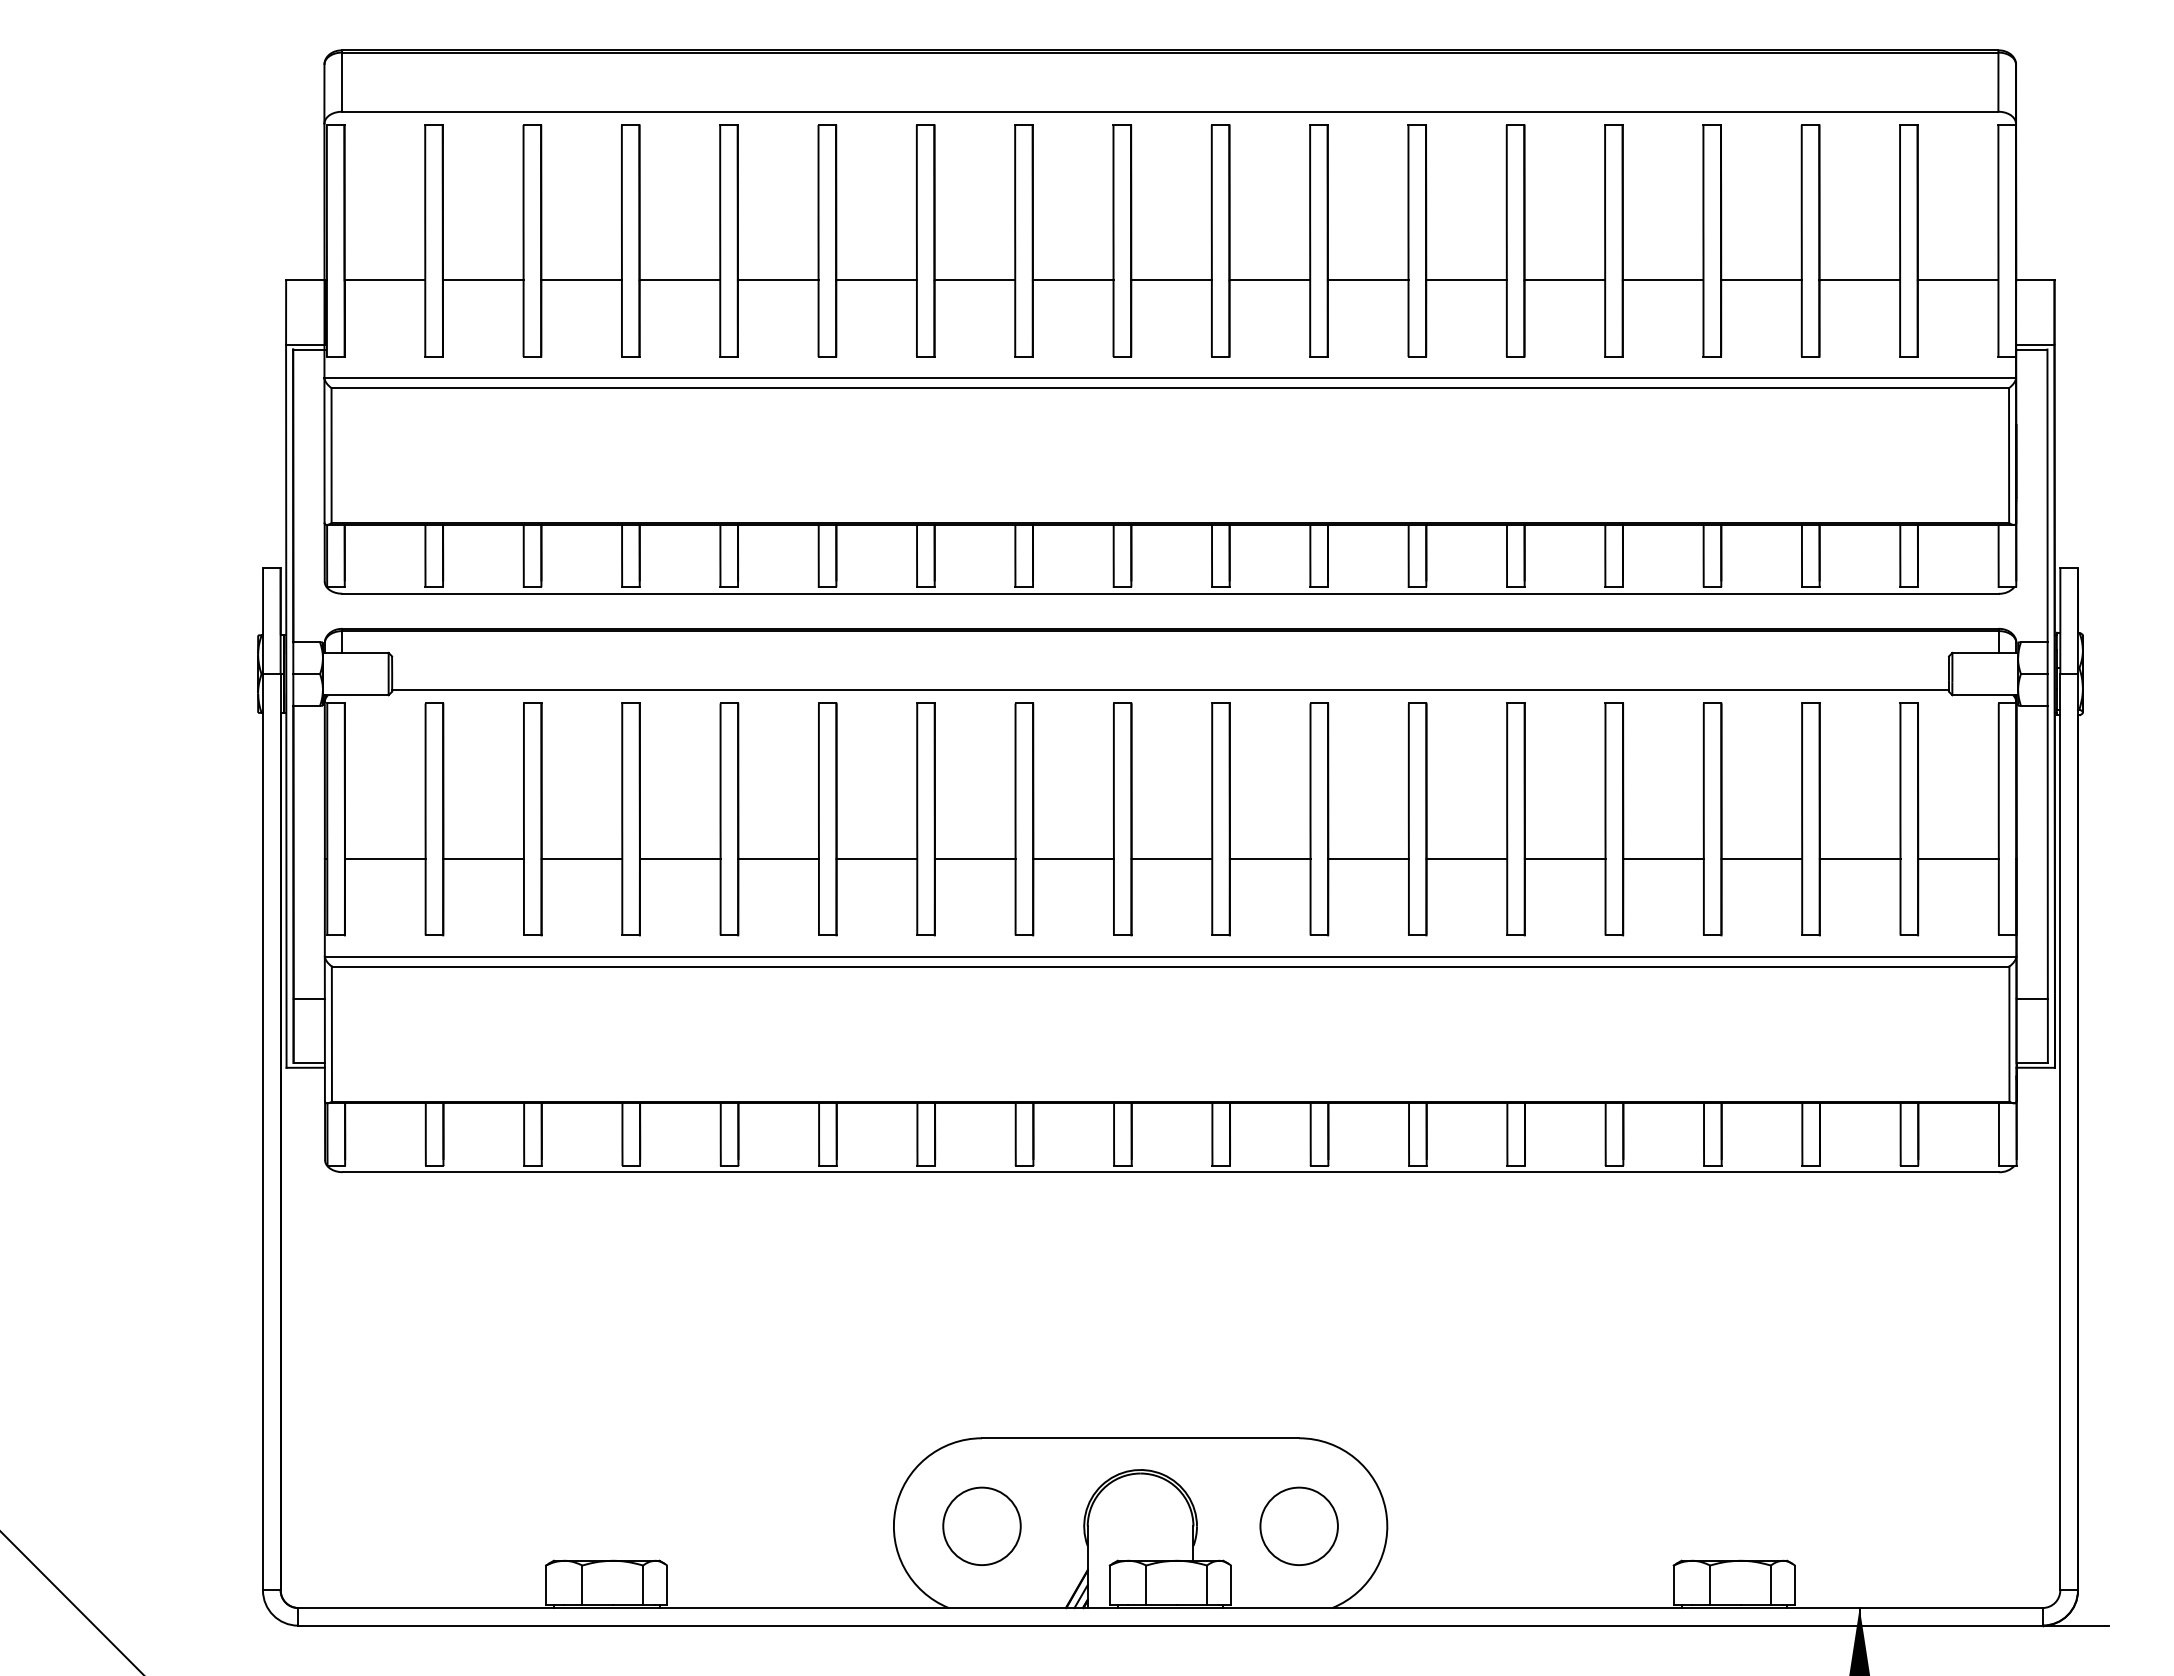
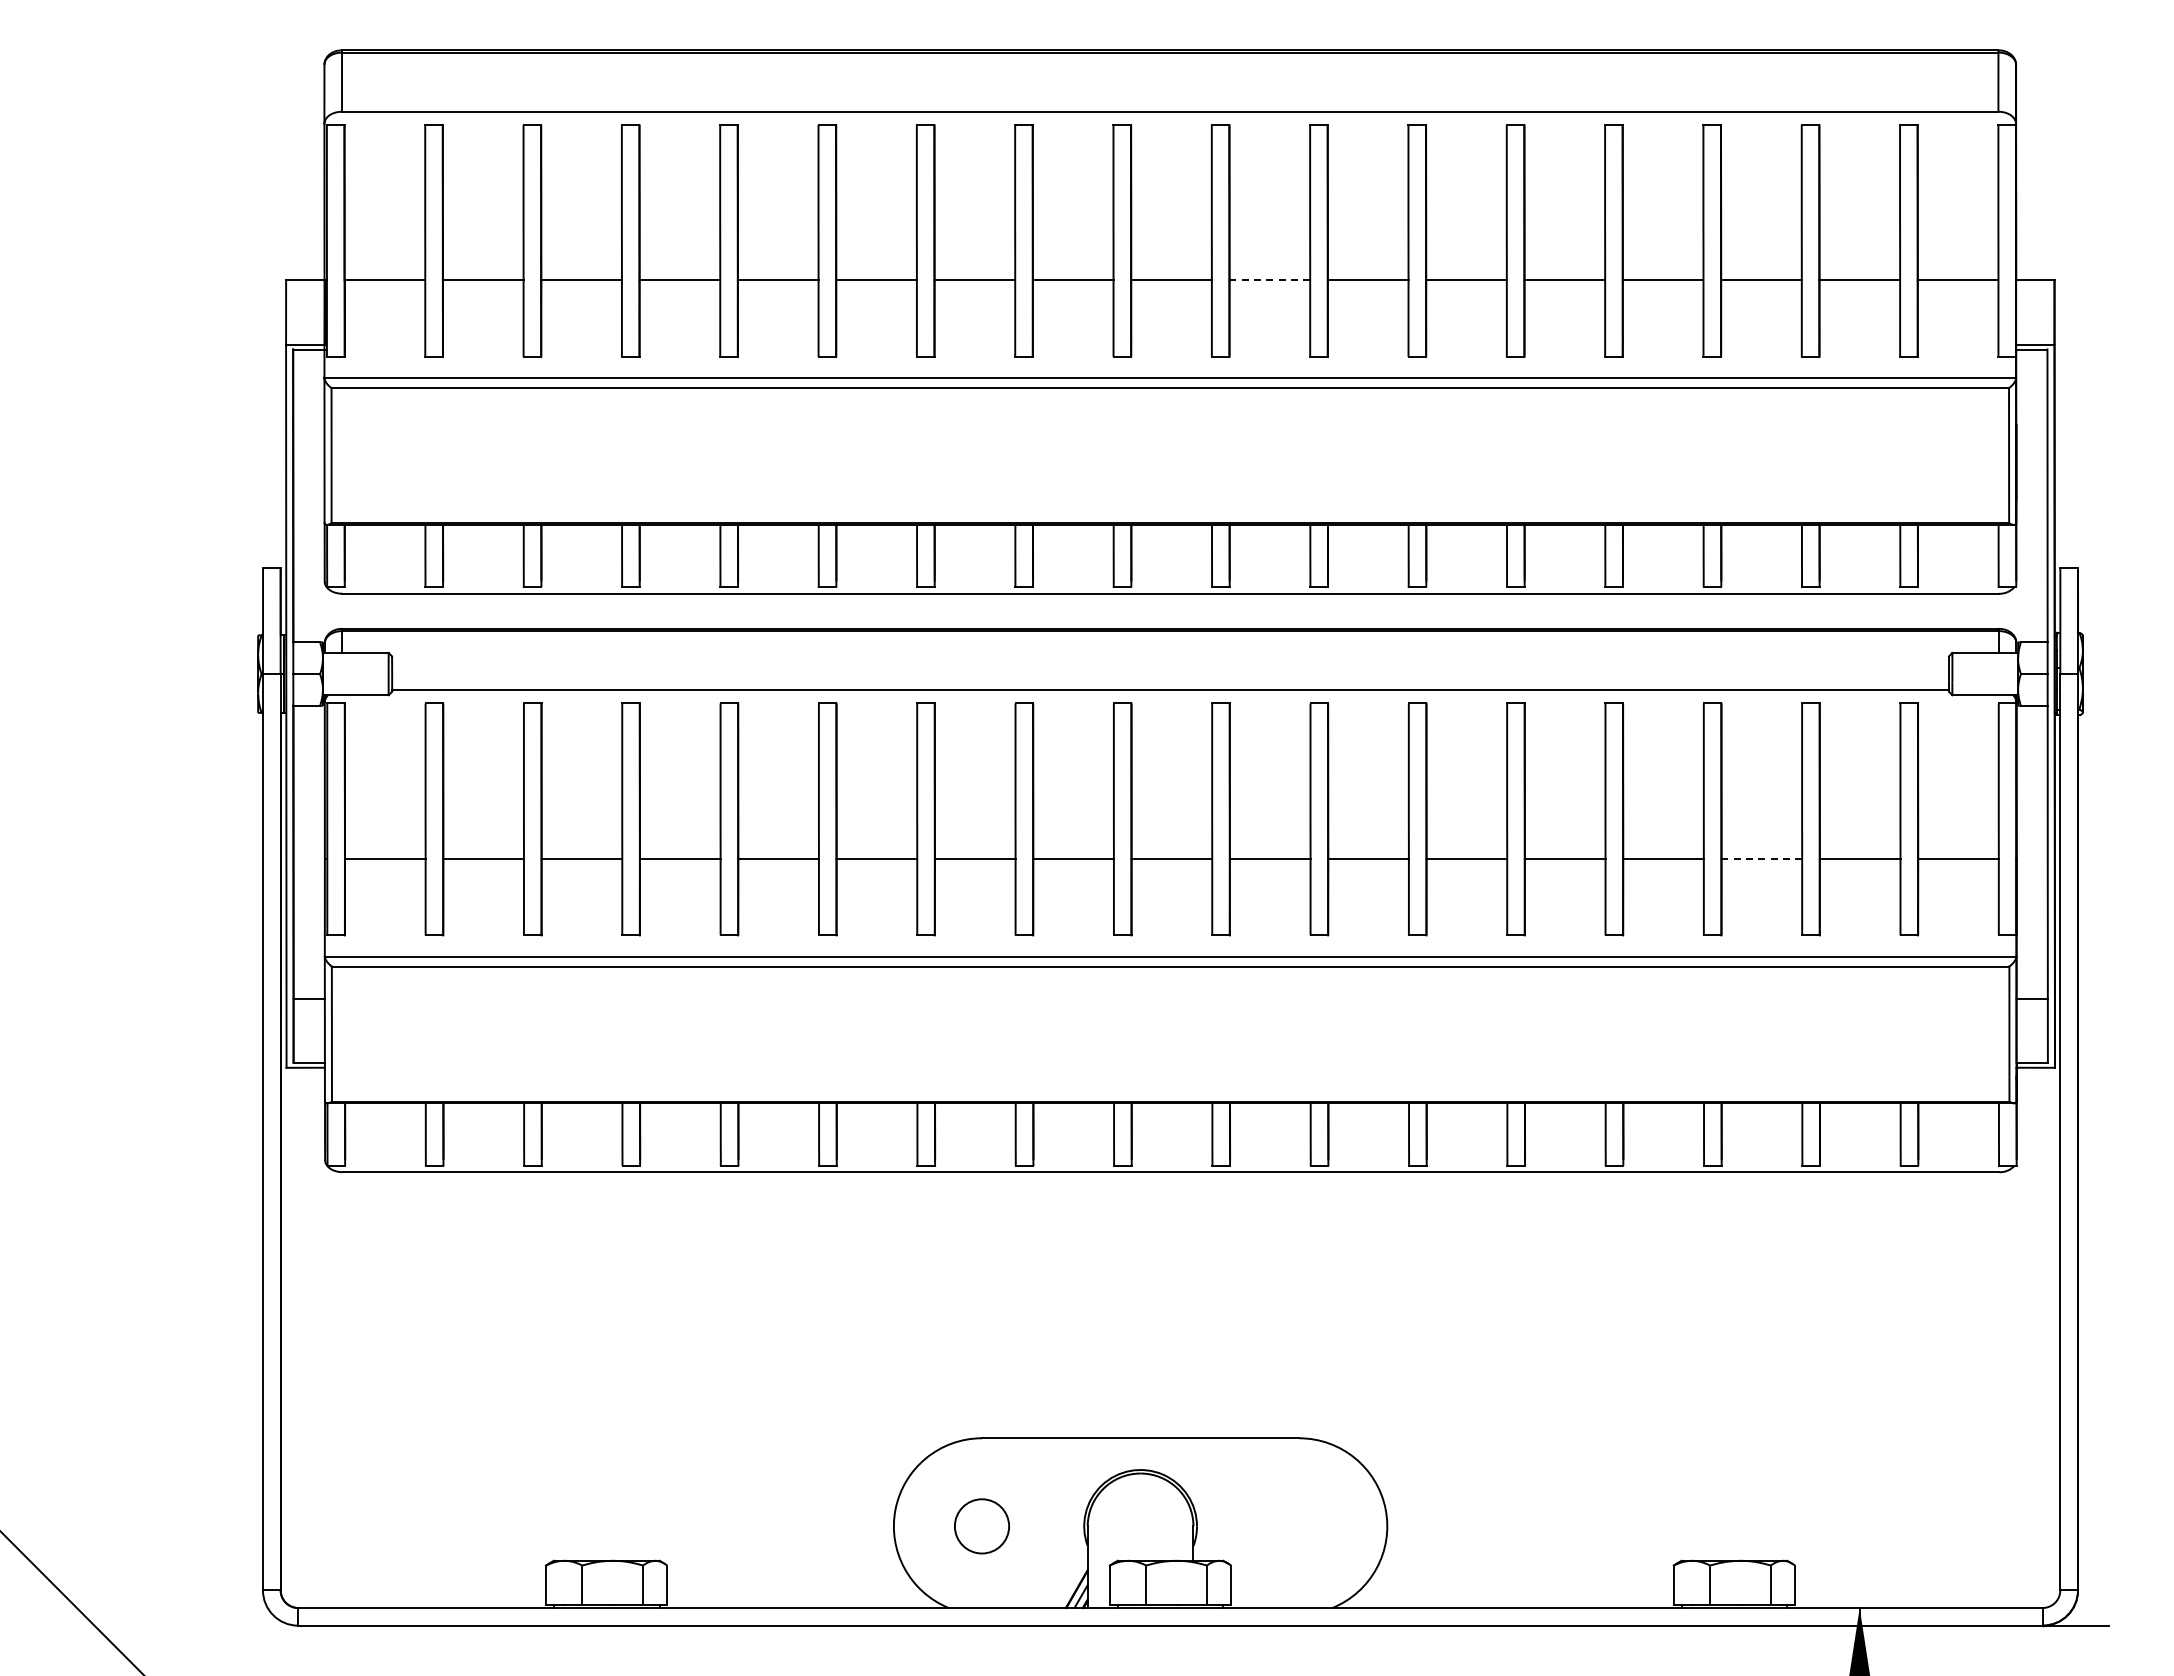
line at (1269, 280): solid -> dashed
line at (1761, 858): solid -> dashed
circle at (1298, 1525): present -> none
circle at (981, 1526) diameter: 77 px -> 54 px
